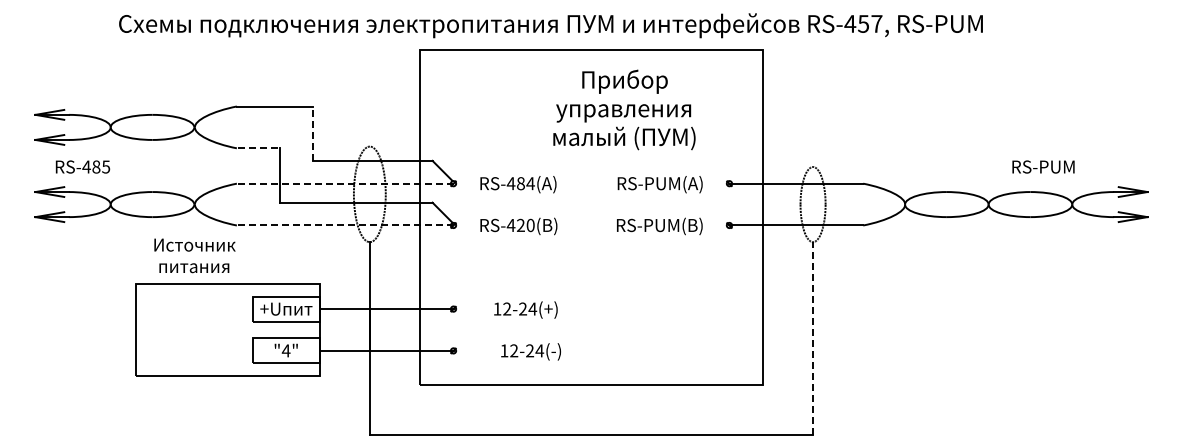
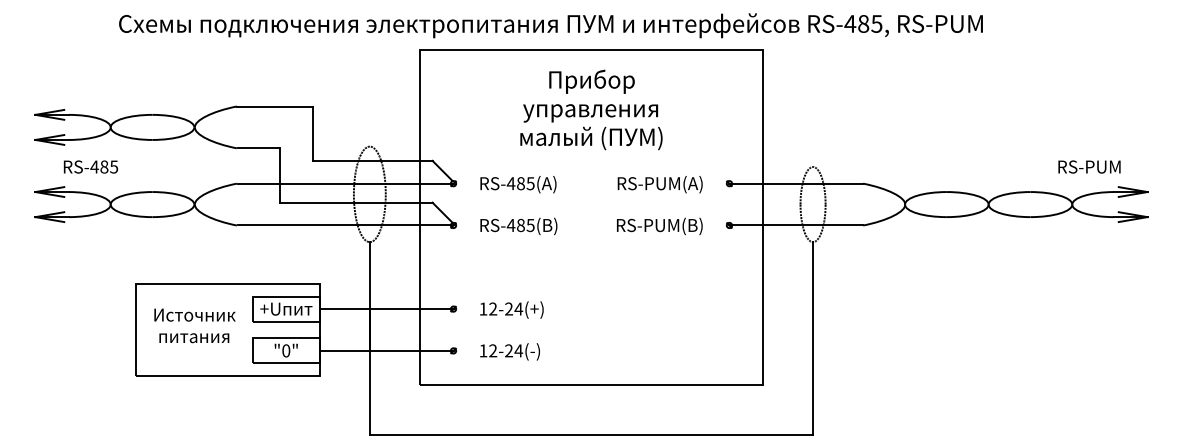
text at (870, 23): RS-457, -> RS-485,
text at (624, 109) position: (624, 109) -> (591, 109)
line at (312, 133): dashed -> solid
line at (259, 148): dashed -> solid
text at (82, 166) position: (82, 166) -> (90, 166)
text at (1043, 166) position: (1043, 166) -> (1089, 166)
line at (345, 183): dashed -> solid
text at (530, 183): RS-484( -> RS-485(
line at (345, 225): dashed -> solid
text at (525, 225): RS-420( -> RS-485(
text at (194, 255) position: (194, 255) -> (194, 325)
text at (525, 309) position: (525, 309) -> (511, 309)
line at (813, 337): dashed -> solid
text at (285, 350): "4" -> "0"
text at (530, 351) position: (530, 351) -> (509, 351)
